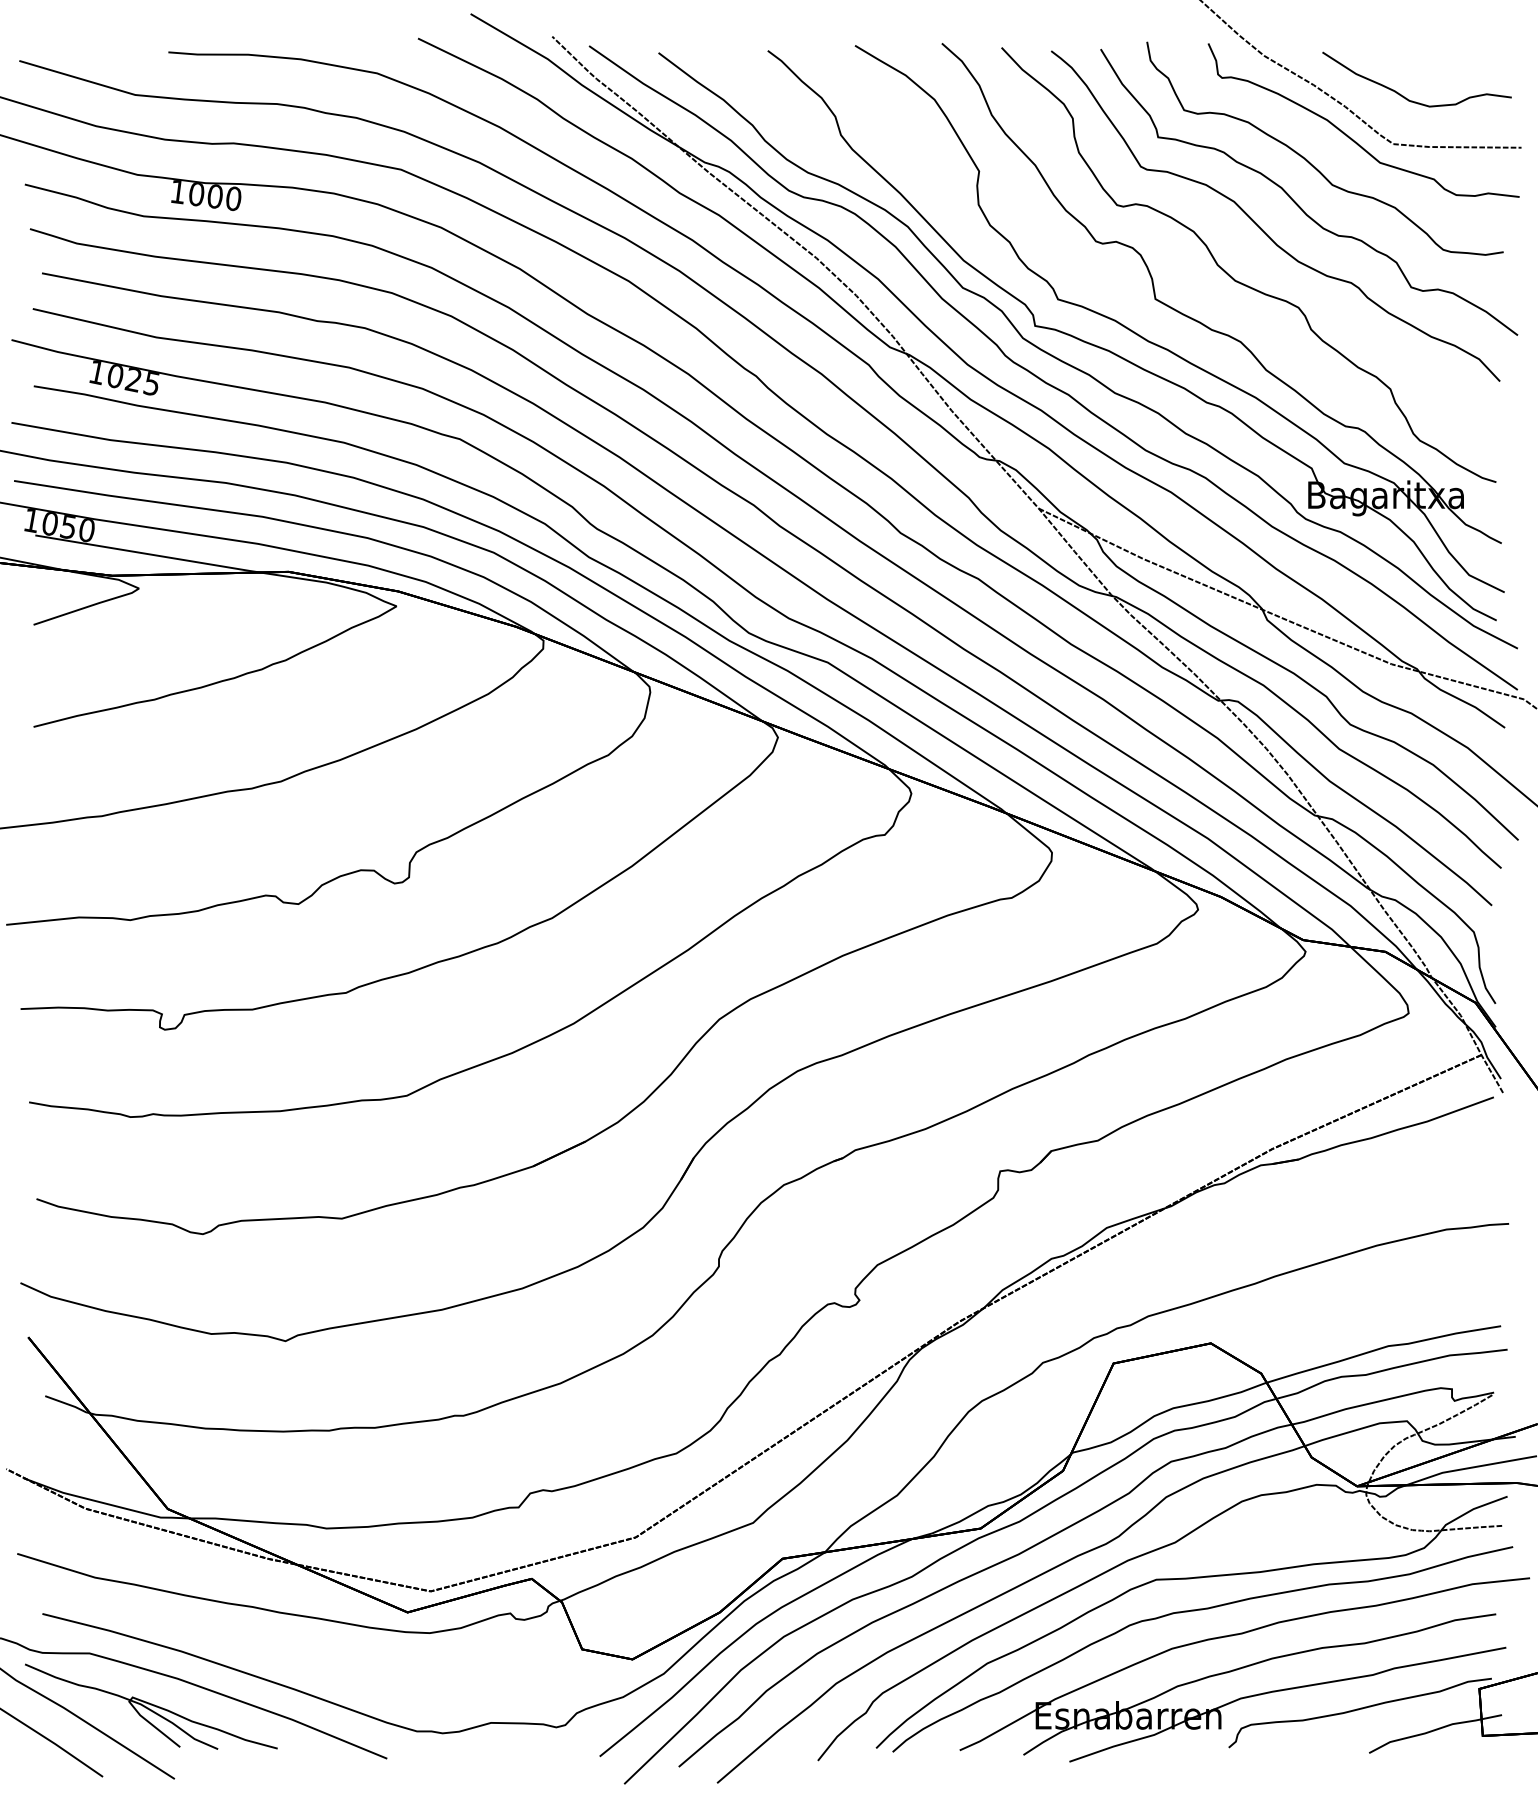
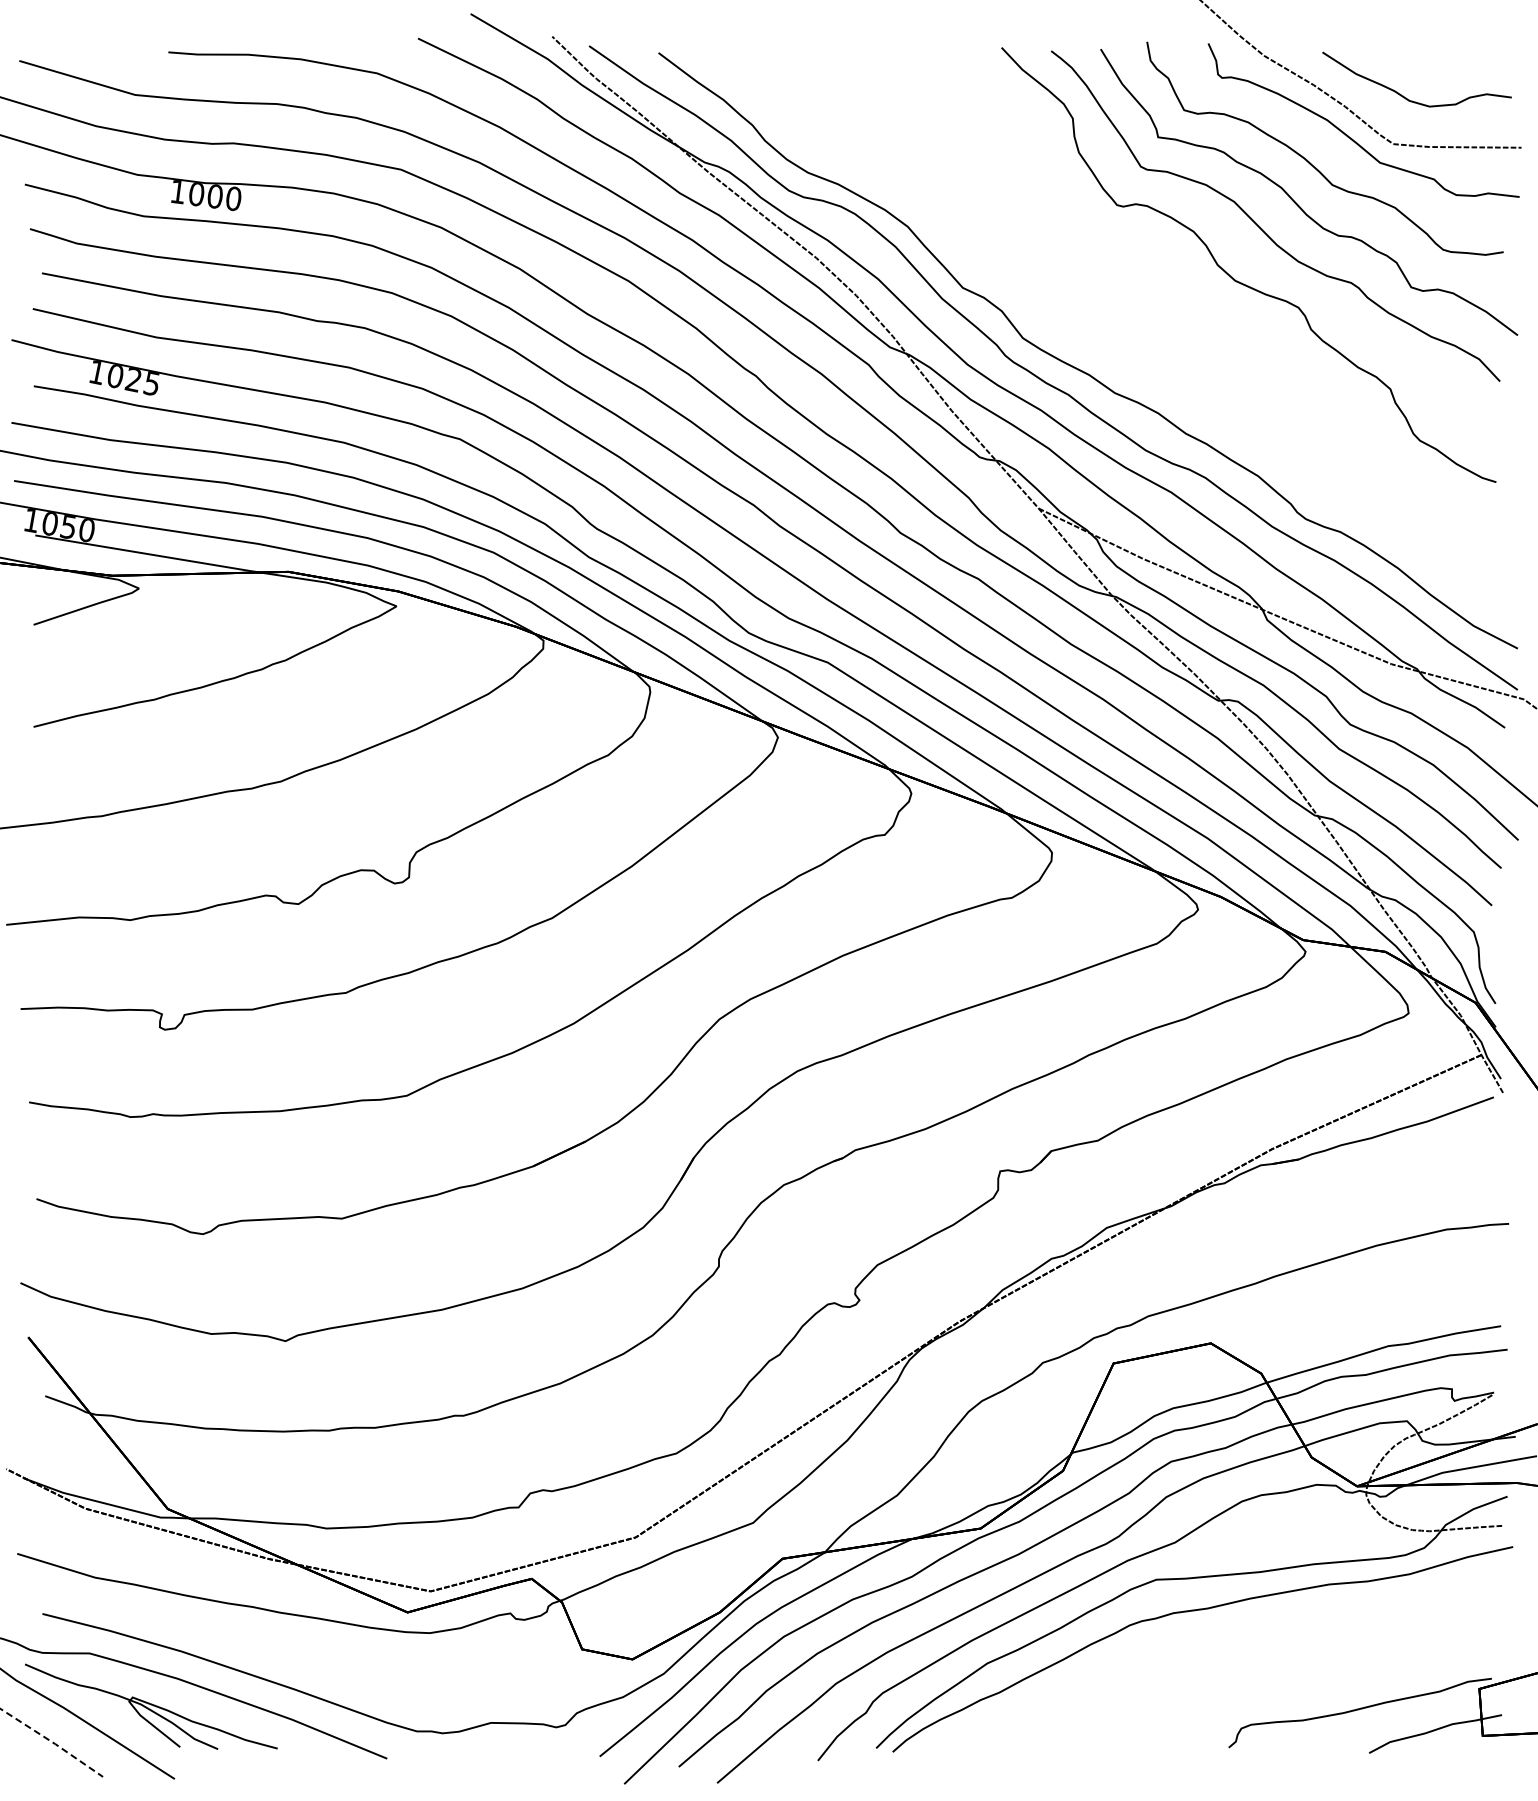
part at (1135, 332): present -> none
part at (1244, 1669): present -> none
line at (52, 1742): solid -> dashed
